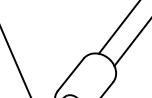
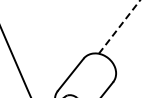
line at (119, 26): solid -> dashed
line at (131, 43): present -> none
